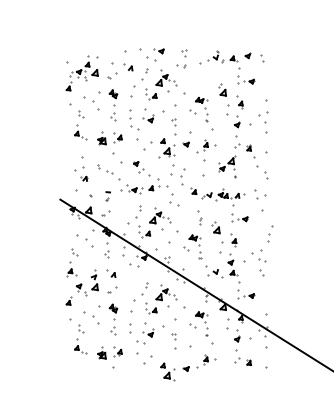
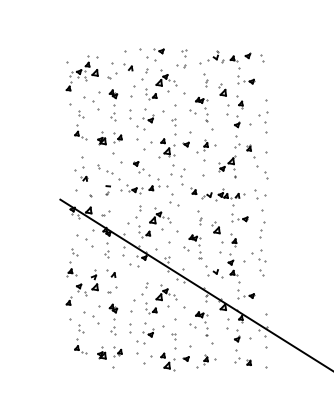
part at (205, 80): none -> present
part at (134, 127) position: (134, 127) -> (140, 127)
part at (107, 196) position: (107, 196) -> (107, 190)
part at (270, 233) position: (270, 233) -> (262, 229)
part at (174, 371) position: (174, 371) -> (174, 361)
